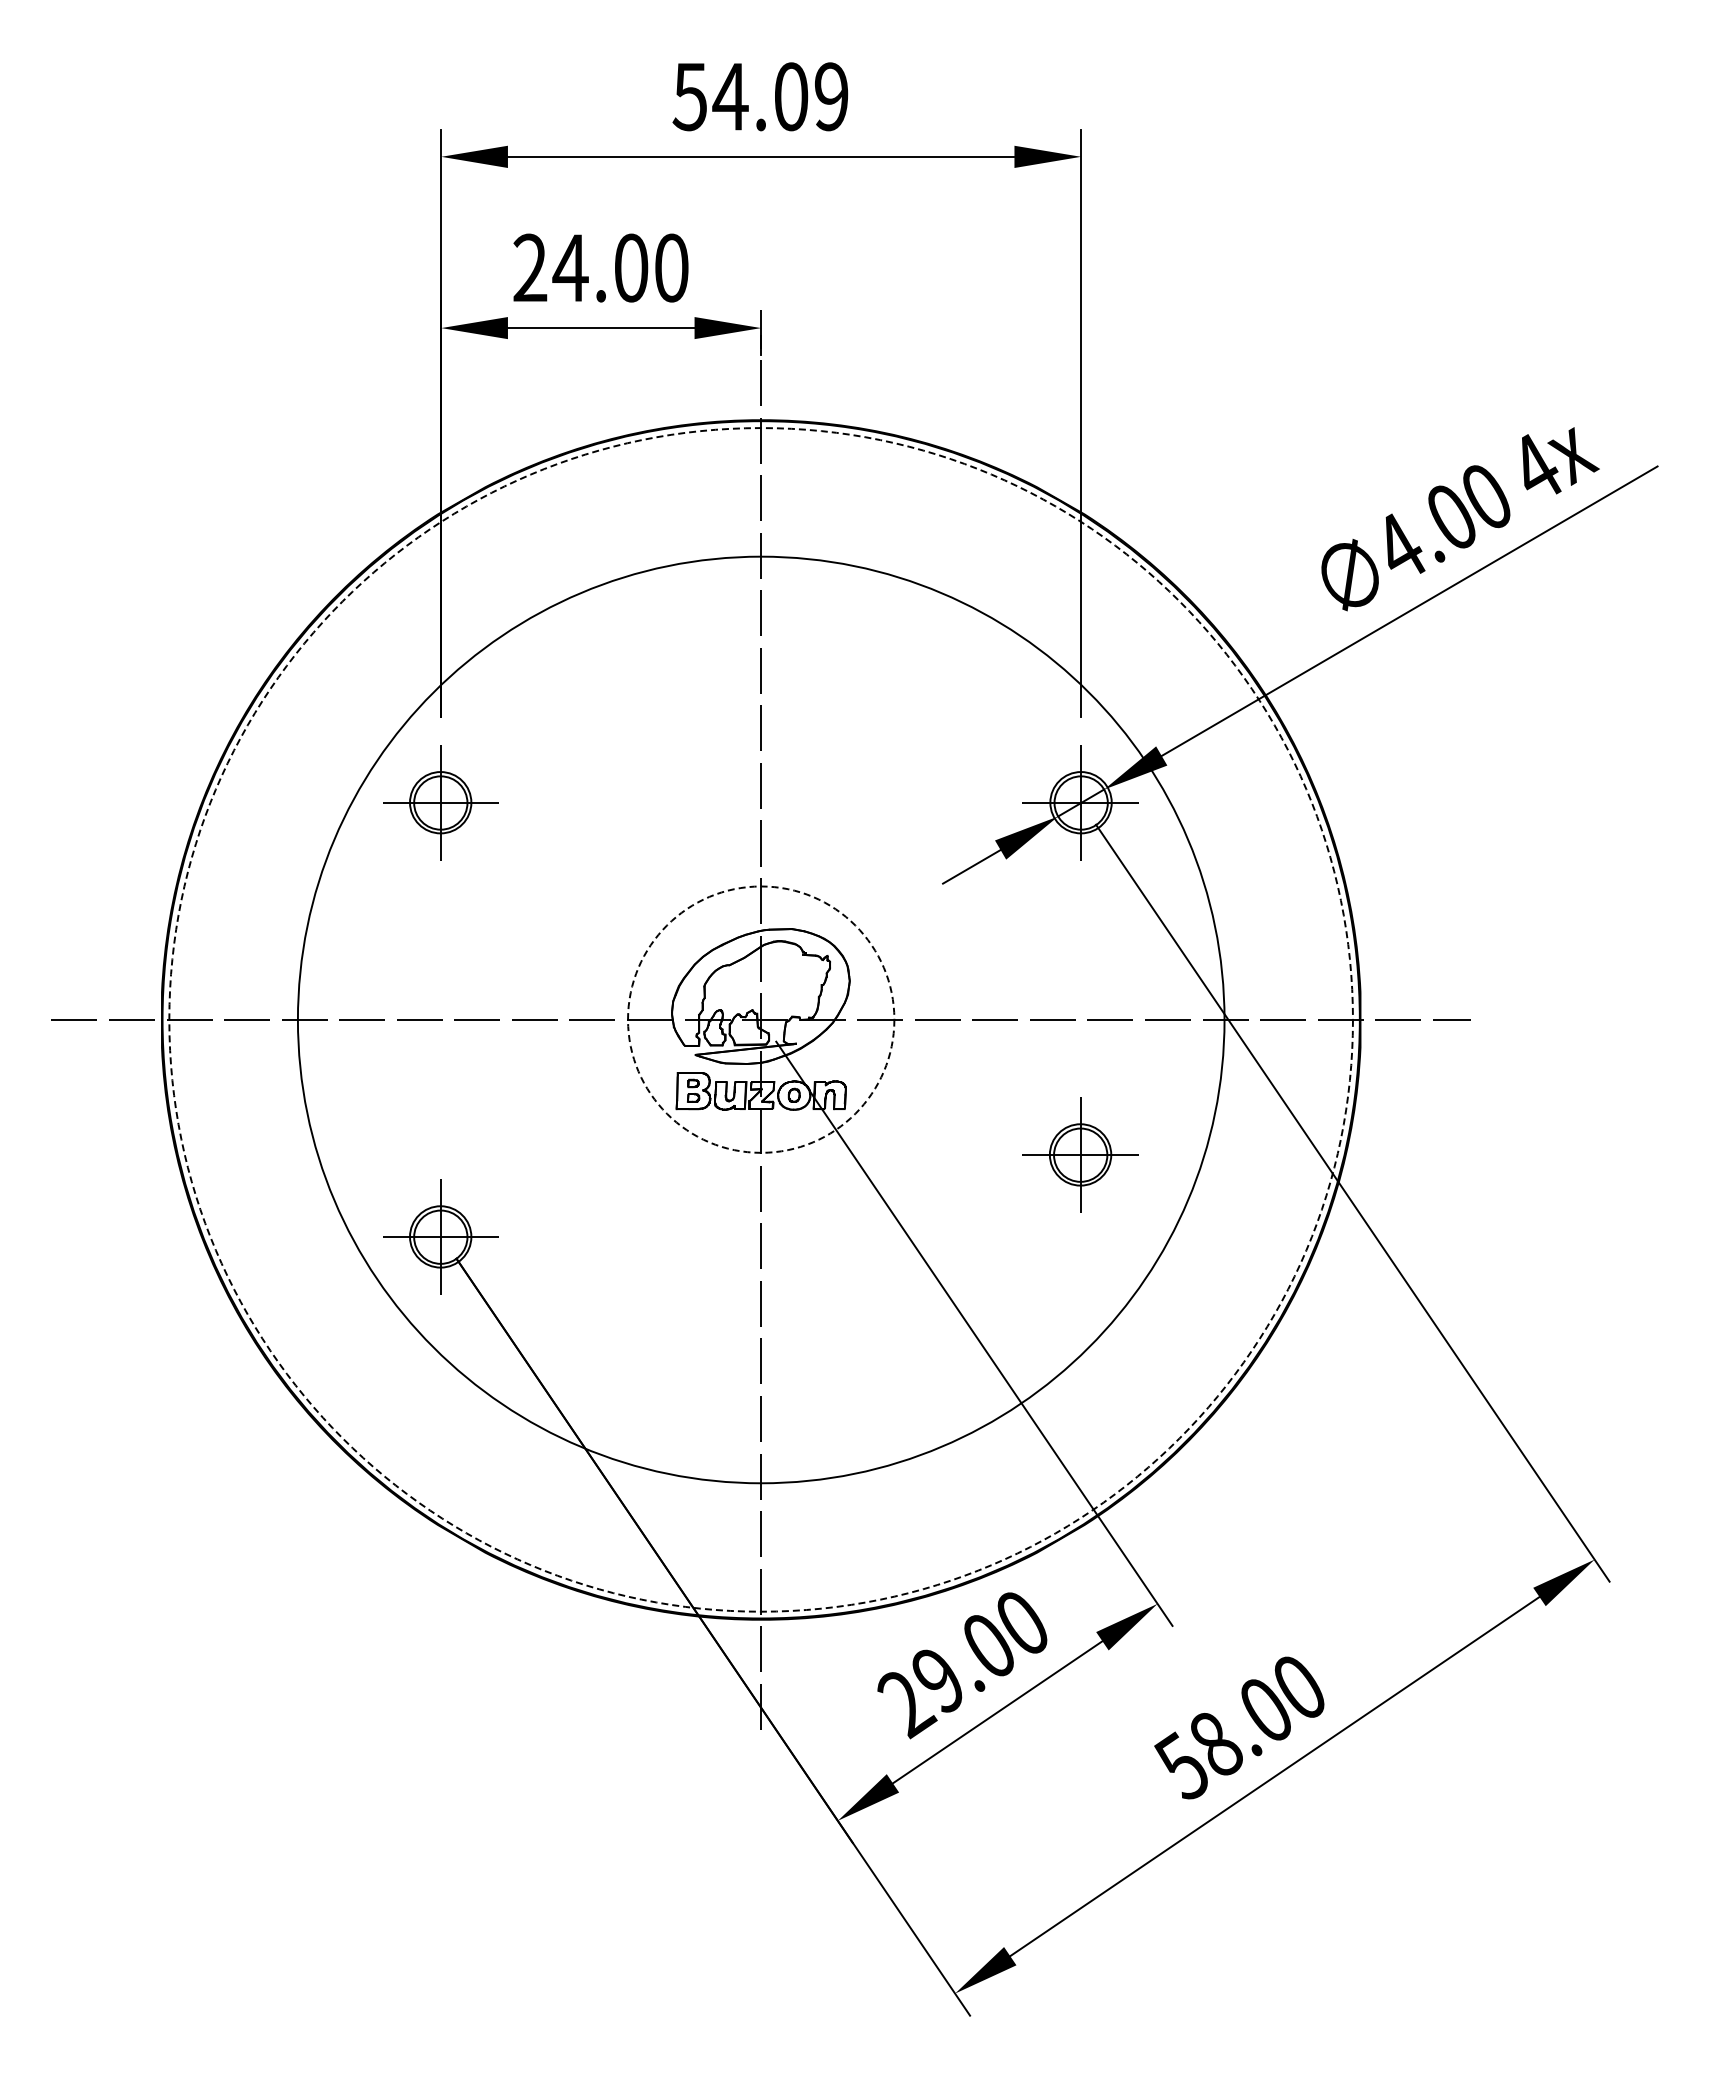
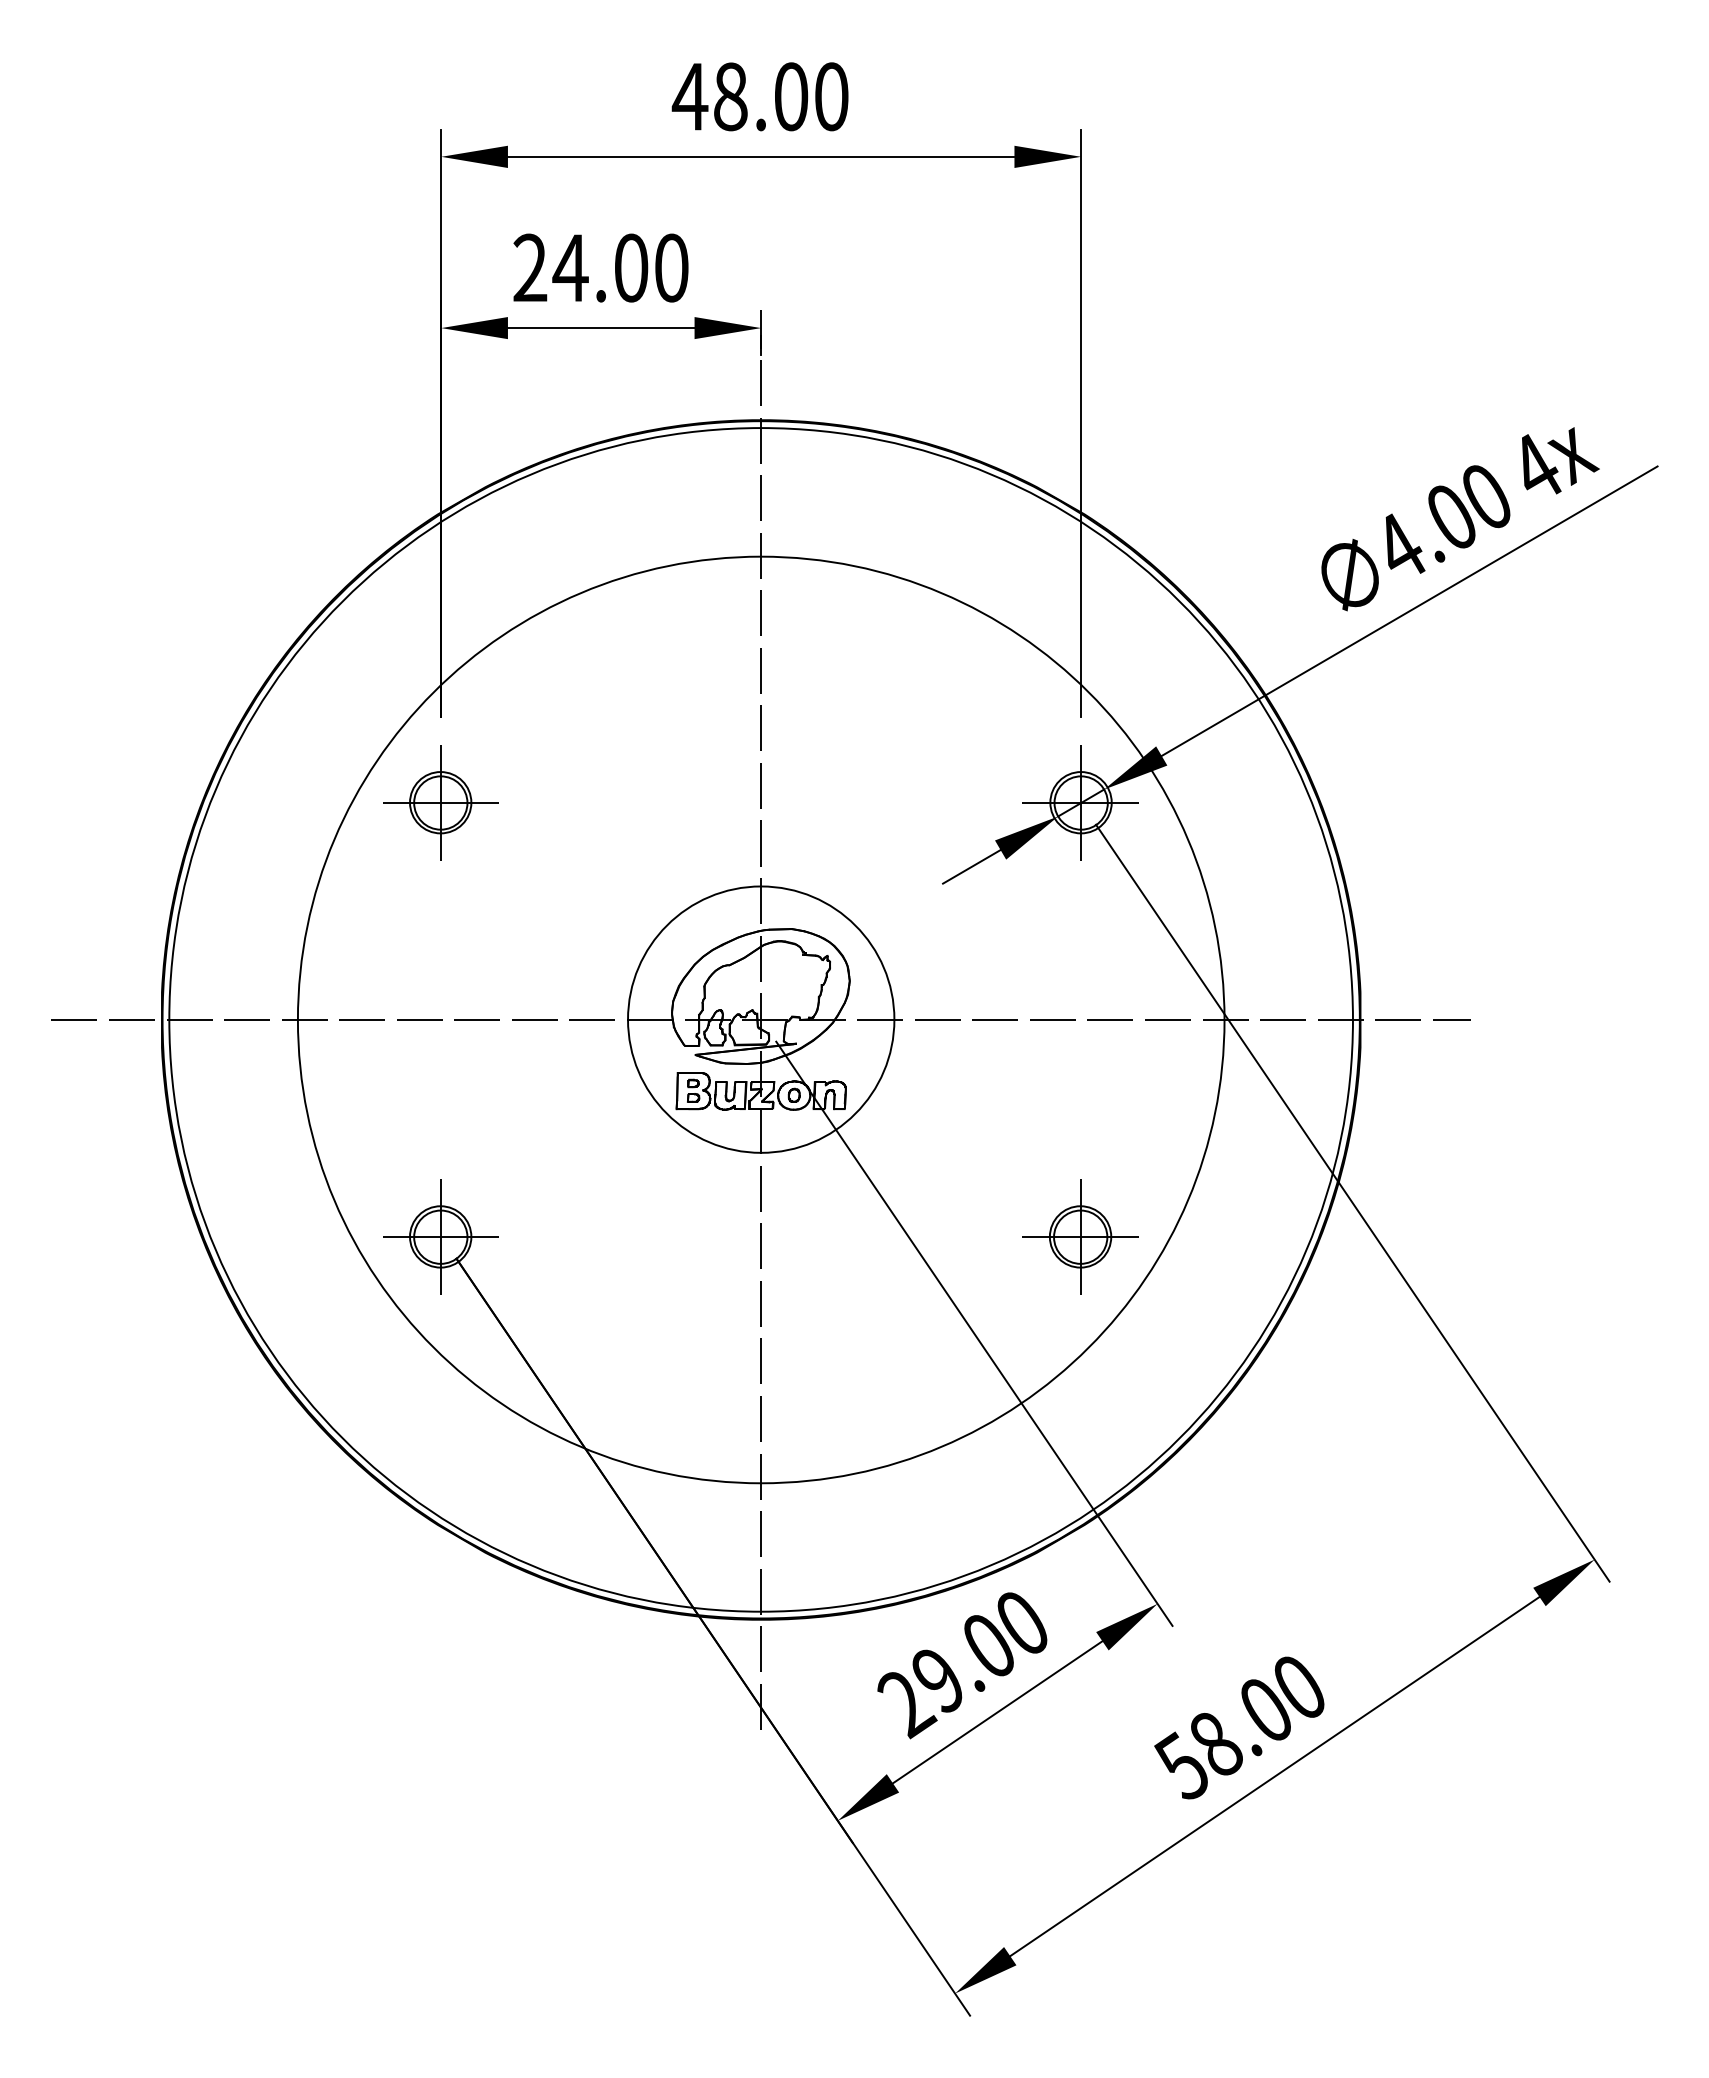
text at (759, 96): 54.09 -> 48.00
circle at (760, 1019): dashed -> solid
circle at (761, 1019): dashed -> solid
part at (1080, 1154) position: (1080, 1154) -> (1080, 1236)
